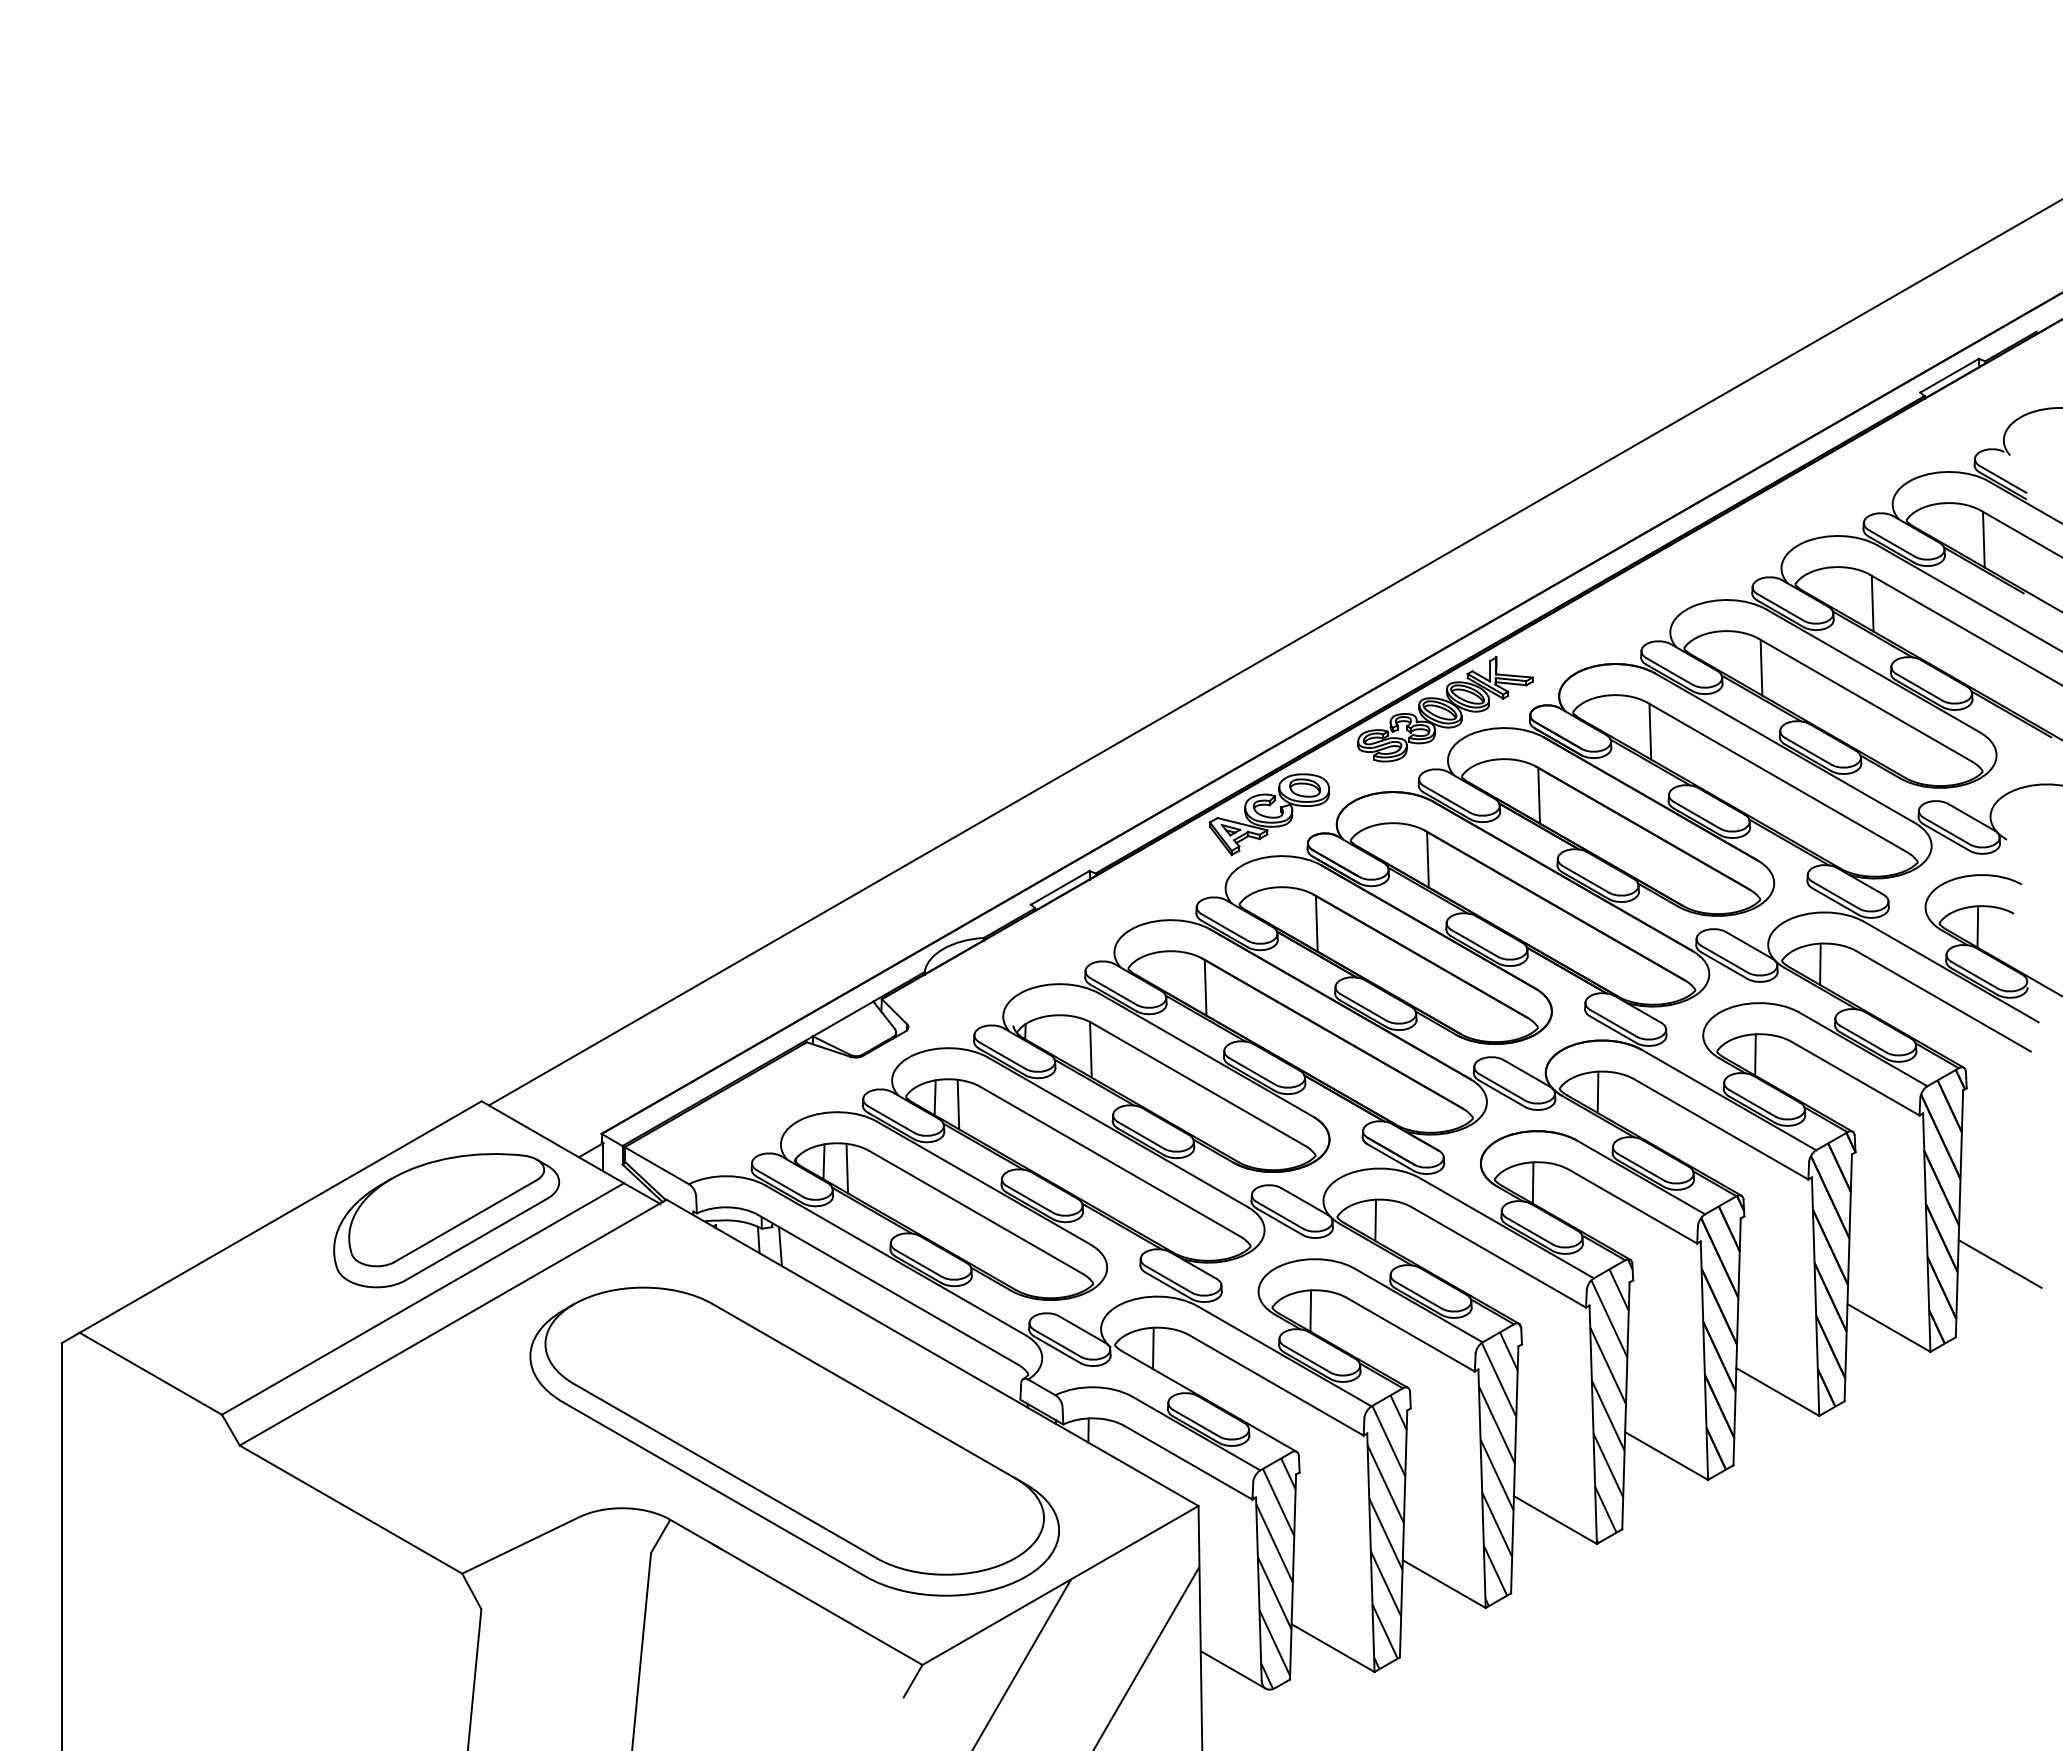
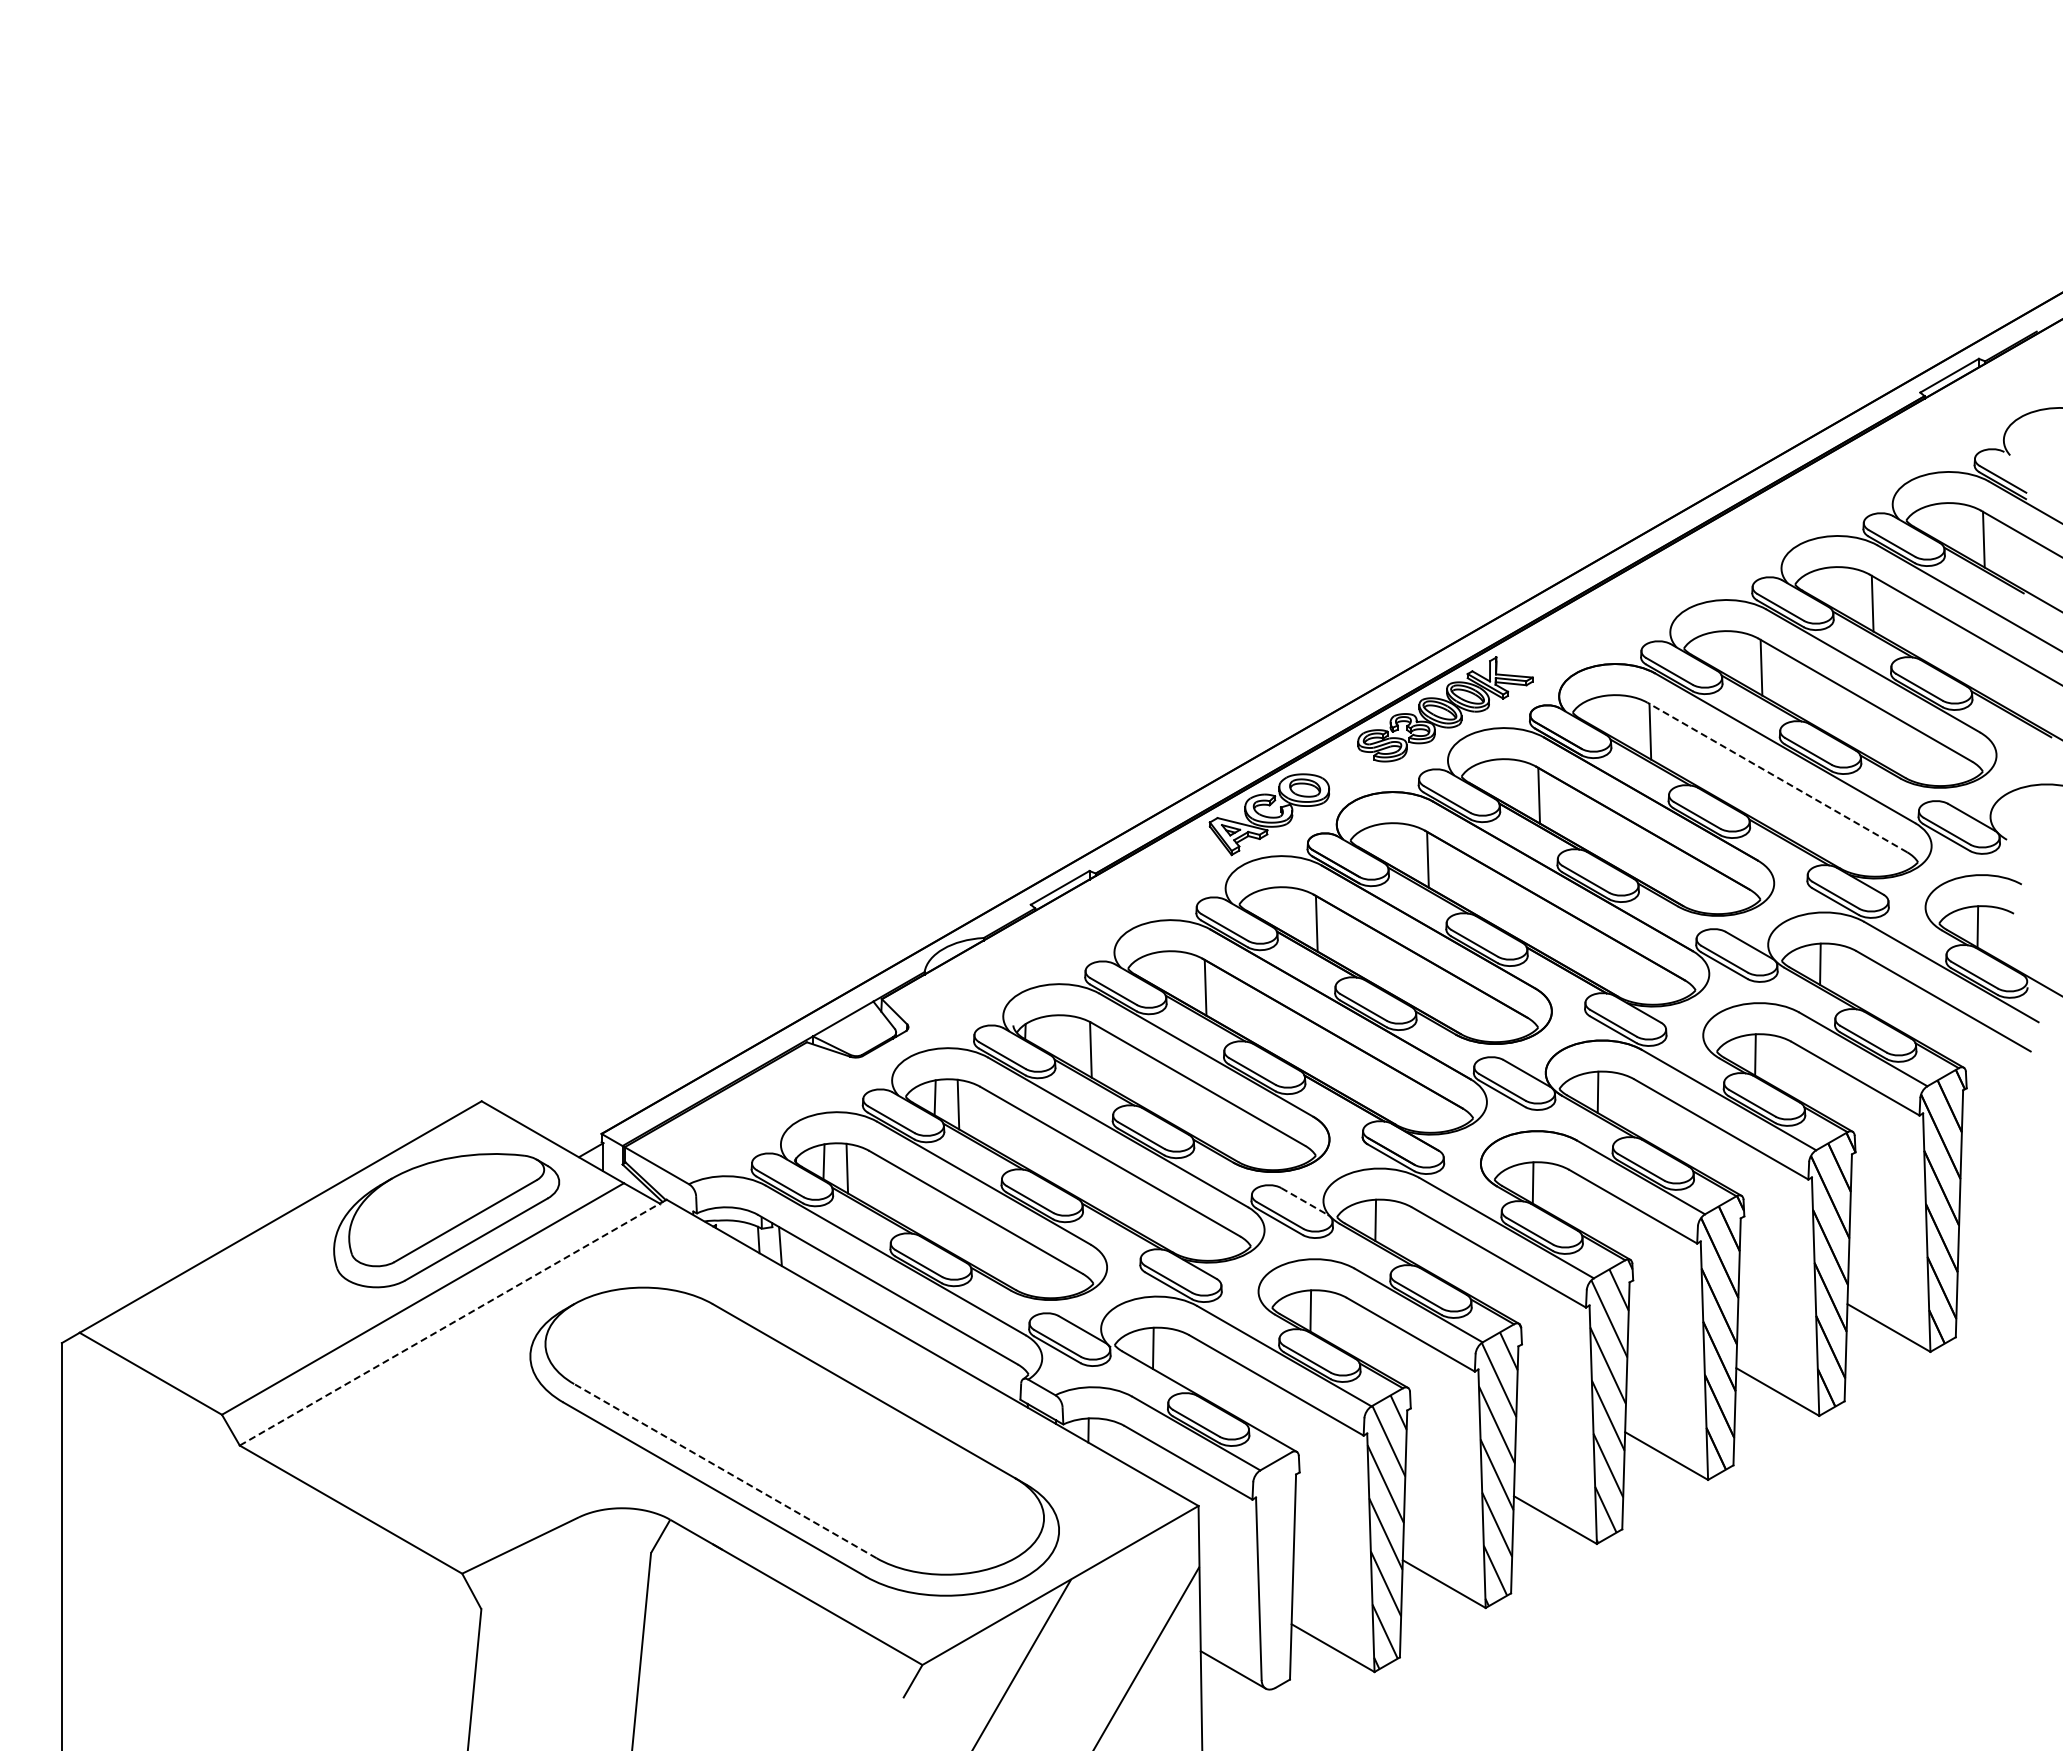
line at (1274, 652): present -> none
line at (1777, 777): solid -> dashed
line at (1304, 1201): solid -> dashed
line at (1999, 1263): present -> none
line at (450, 1324): solid -> dashed
line at (724, 1470): solid -> dashed
hatch at (1273, 1573): present -> none
